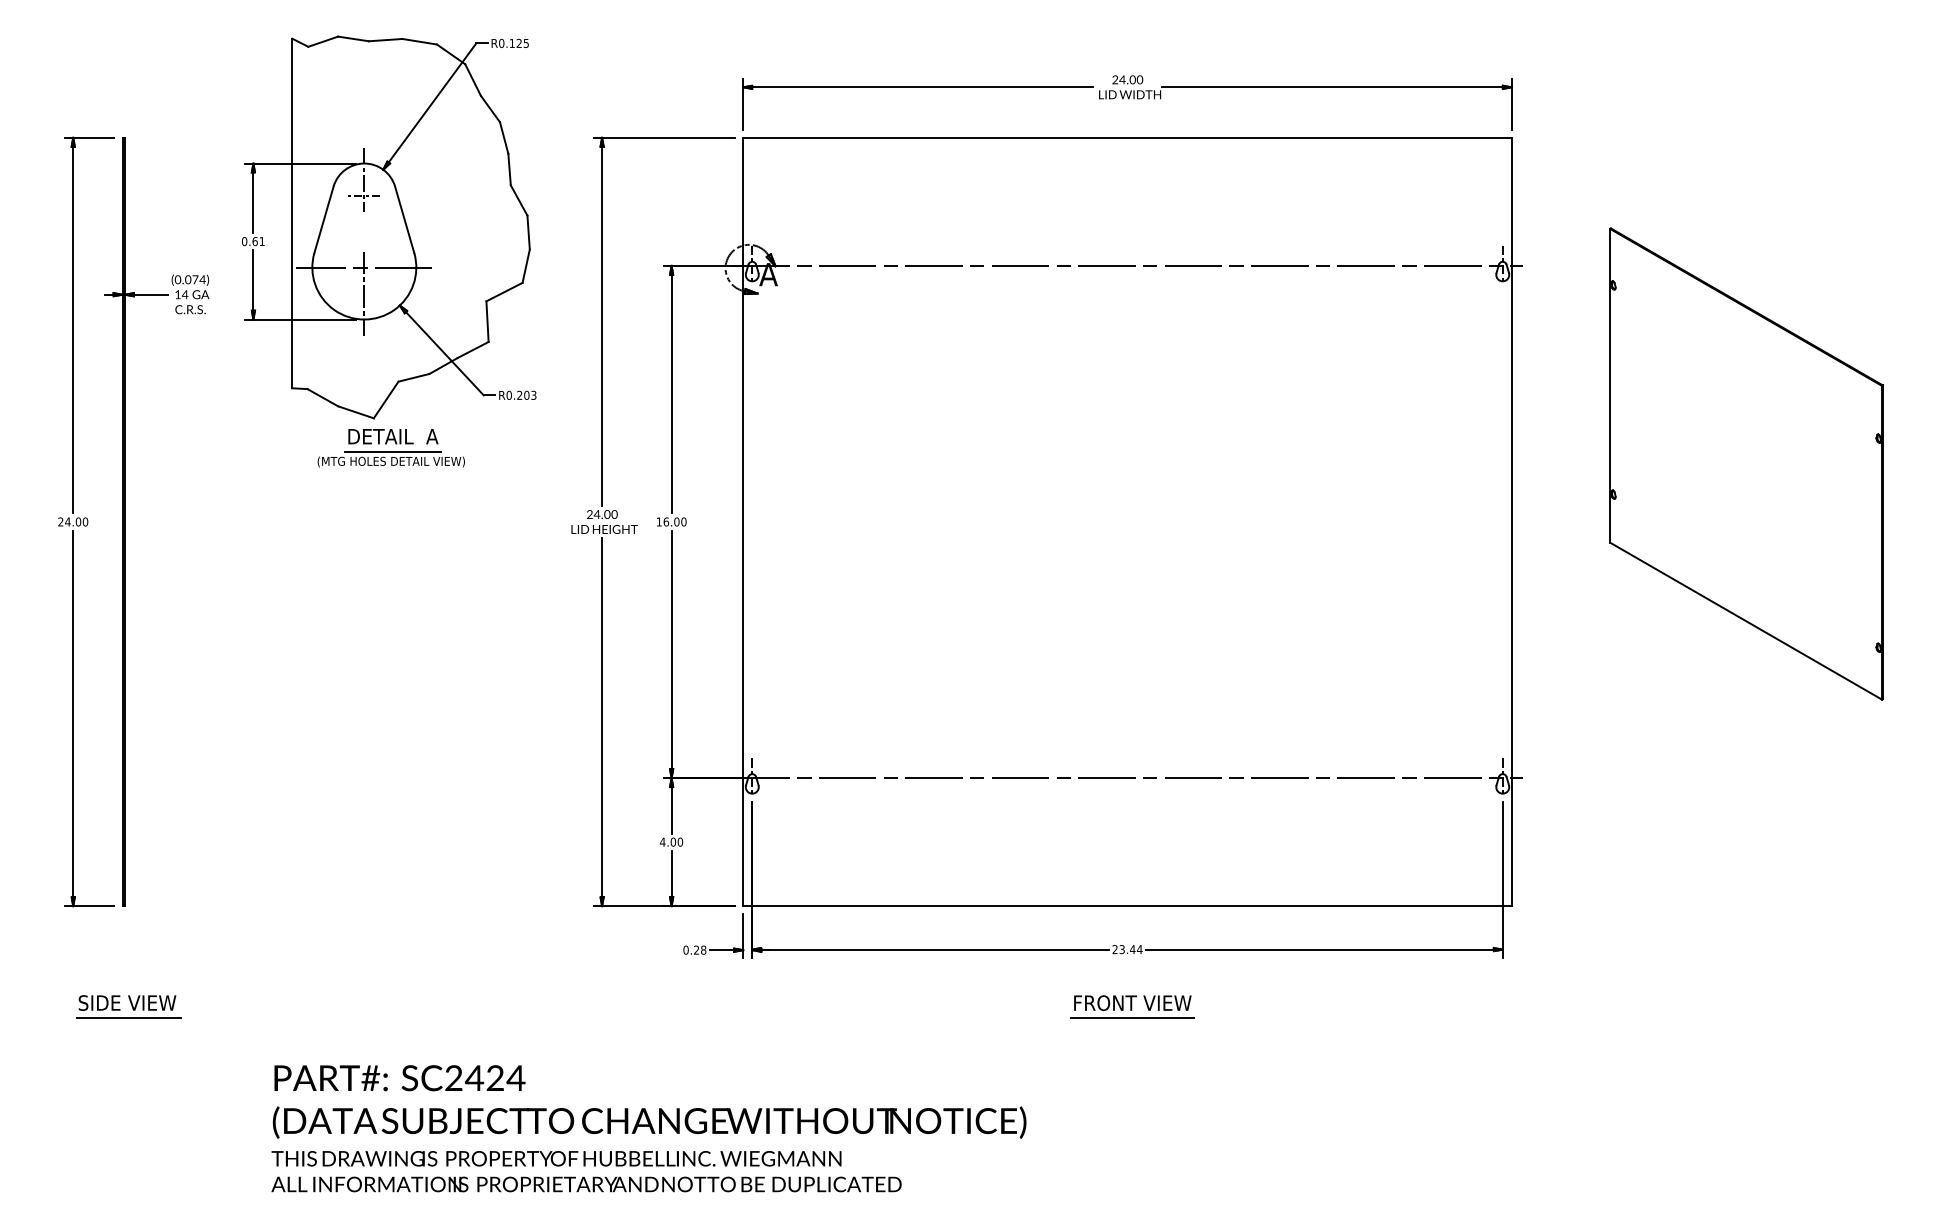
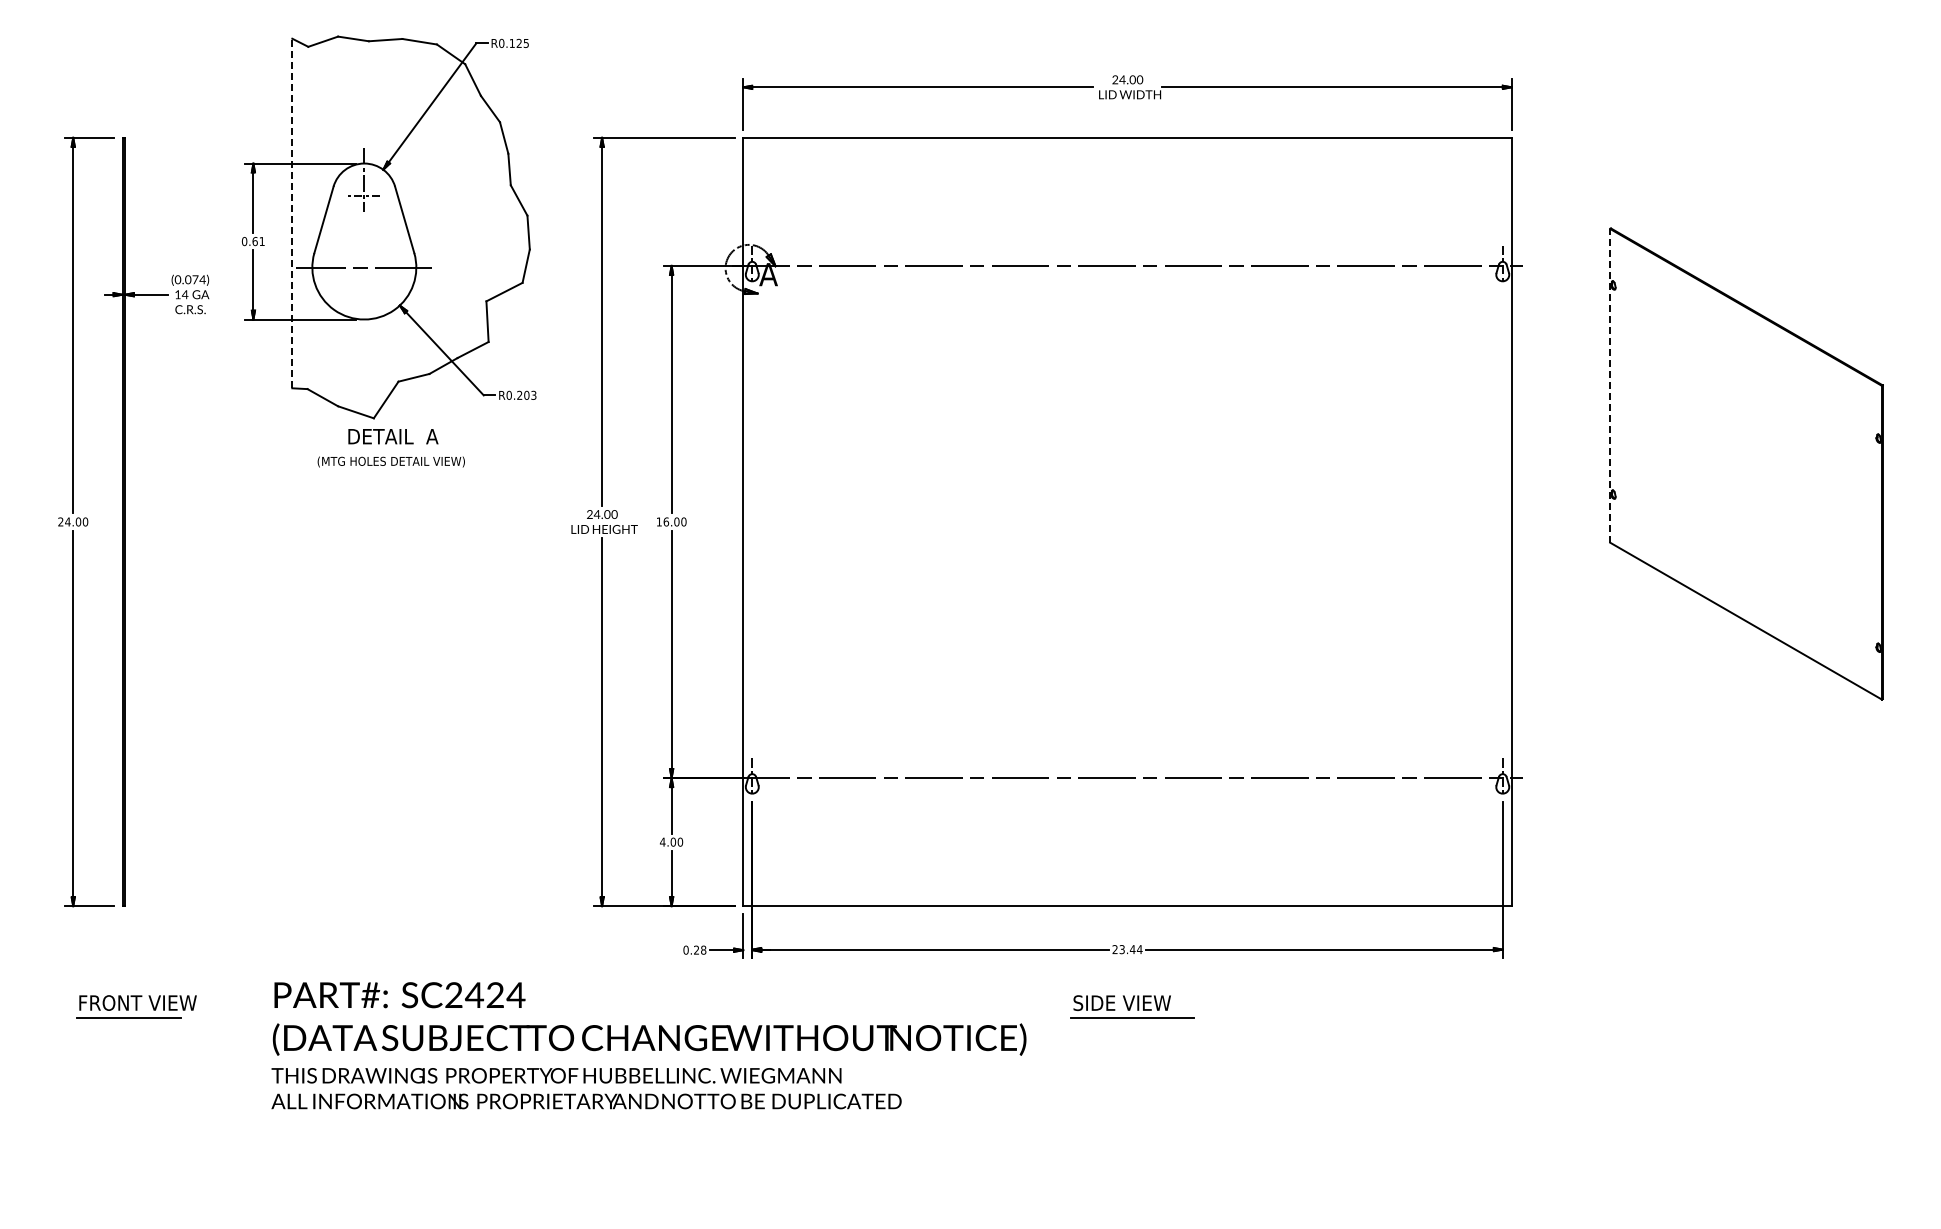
line at (292, 213): solid -> dashed
line at (364, 293): present -> none
line at (1610, 385): solid -> dashed
line at (392, 452): present -> none
text at (137, 1002): SIDE VIEW -> FRONT VIEW
text at (1132, 1003): FRONT VIEW -> SIDE VIEW
text at (648, 1128) position: (648, 1128) -> (648, 1045)
